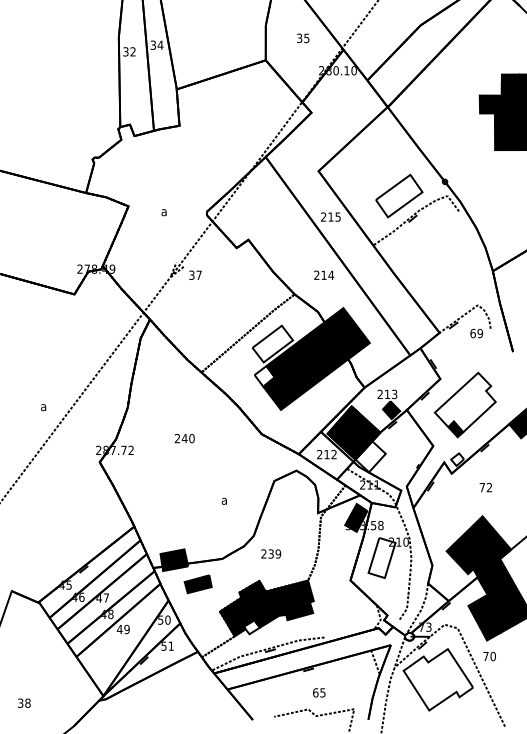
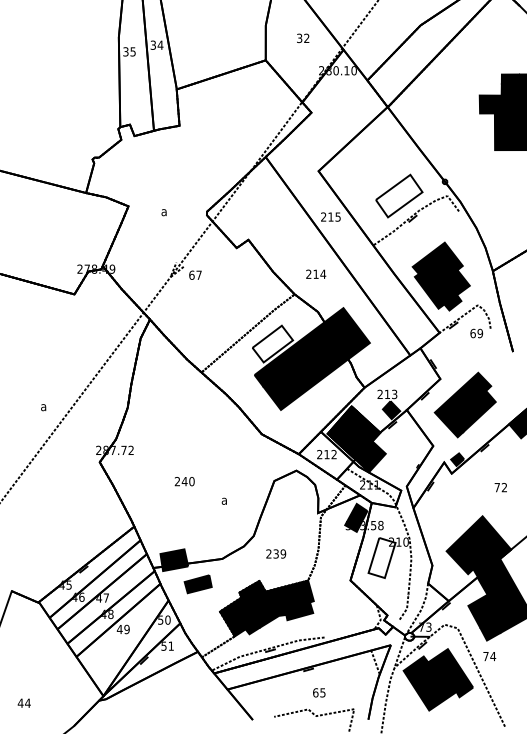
text at (306, 38): 35 -> 32
text at (132, 51): 32 -> 35
text at (191, 274): 37 -> 67
text at (324, 274) position: (324, 274) -> (316, 273)
part at (440, 276): none -> present
fill at (264, 376): none -> present
fill at (464, 402): none -> present
text at (184, 438) position: (184, 438) -> (184, 481)
fill at (370, 456): none -> present
fill at (457, 459): none -> present
text at (485, 487) position: (485, 487) -> (500, 487)
text at (271, 553) position: (271, 553) -> (276, 553)
fill at (251, 627): none -> present
text at (493, 656): 70 -> 74
fill at (438, 679): none -> present
text at (23, 702): 38 -> 44
